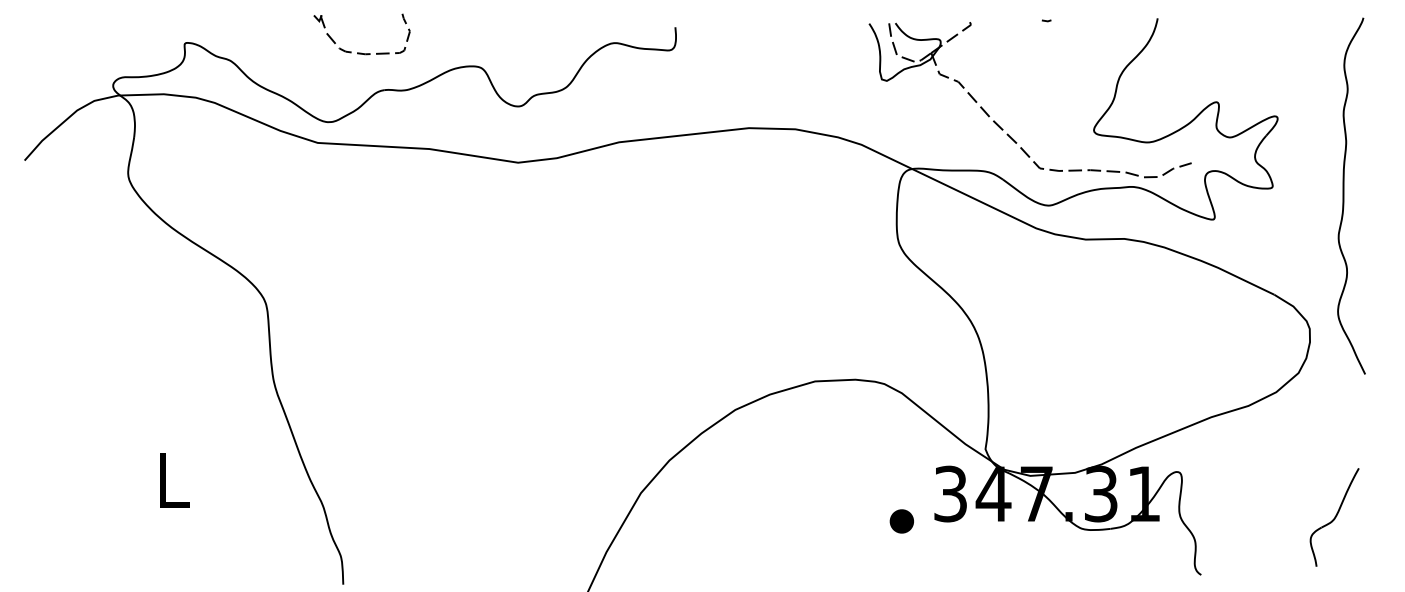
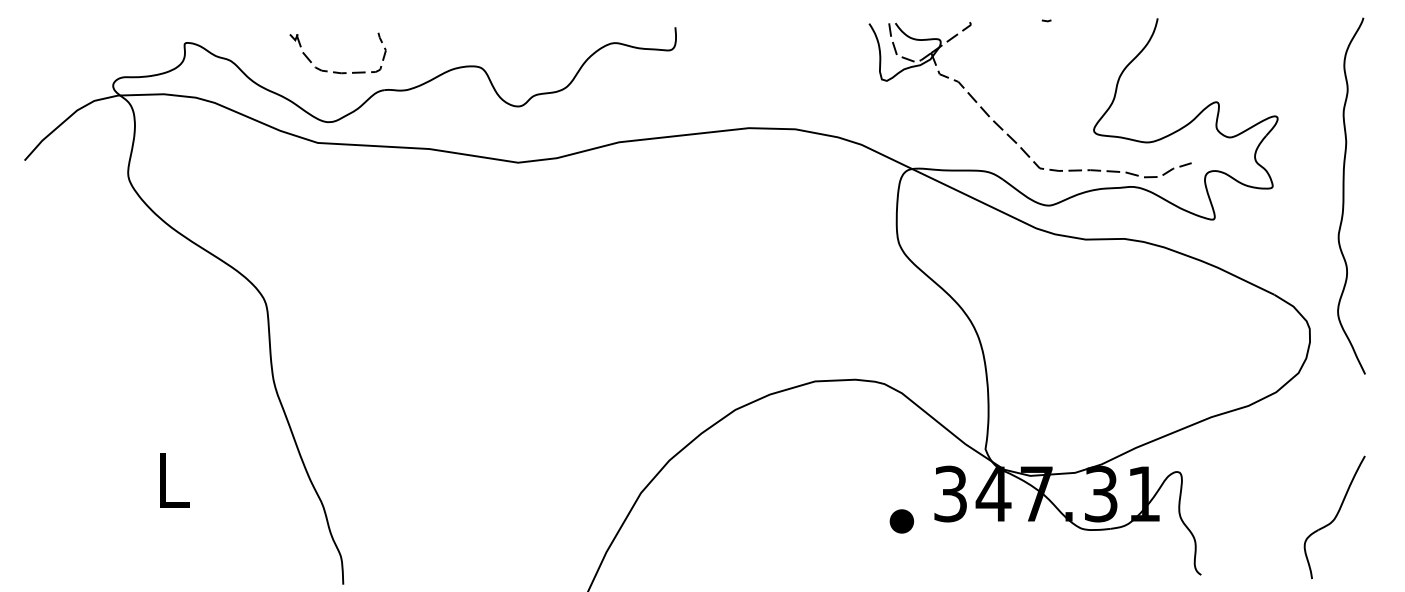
part at (361, 52) position: (361, 52) -> (337, 71)
part at (1334, 517) size: 51x99 px -> 63x125 px
